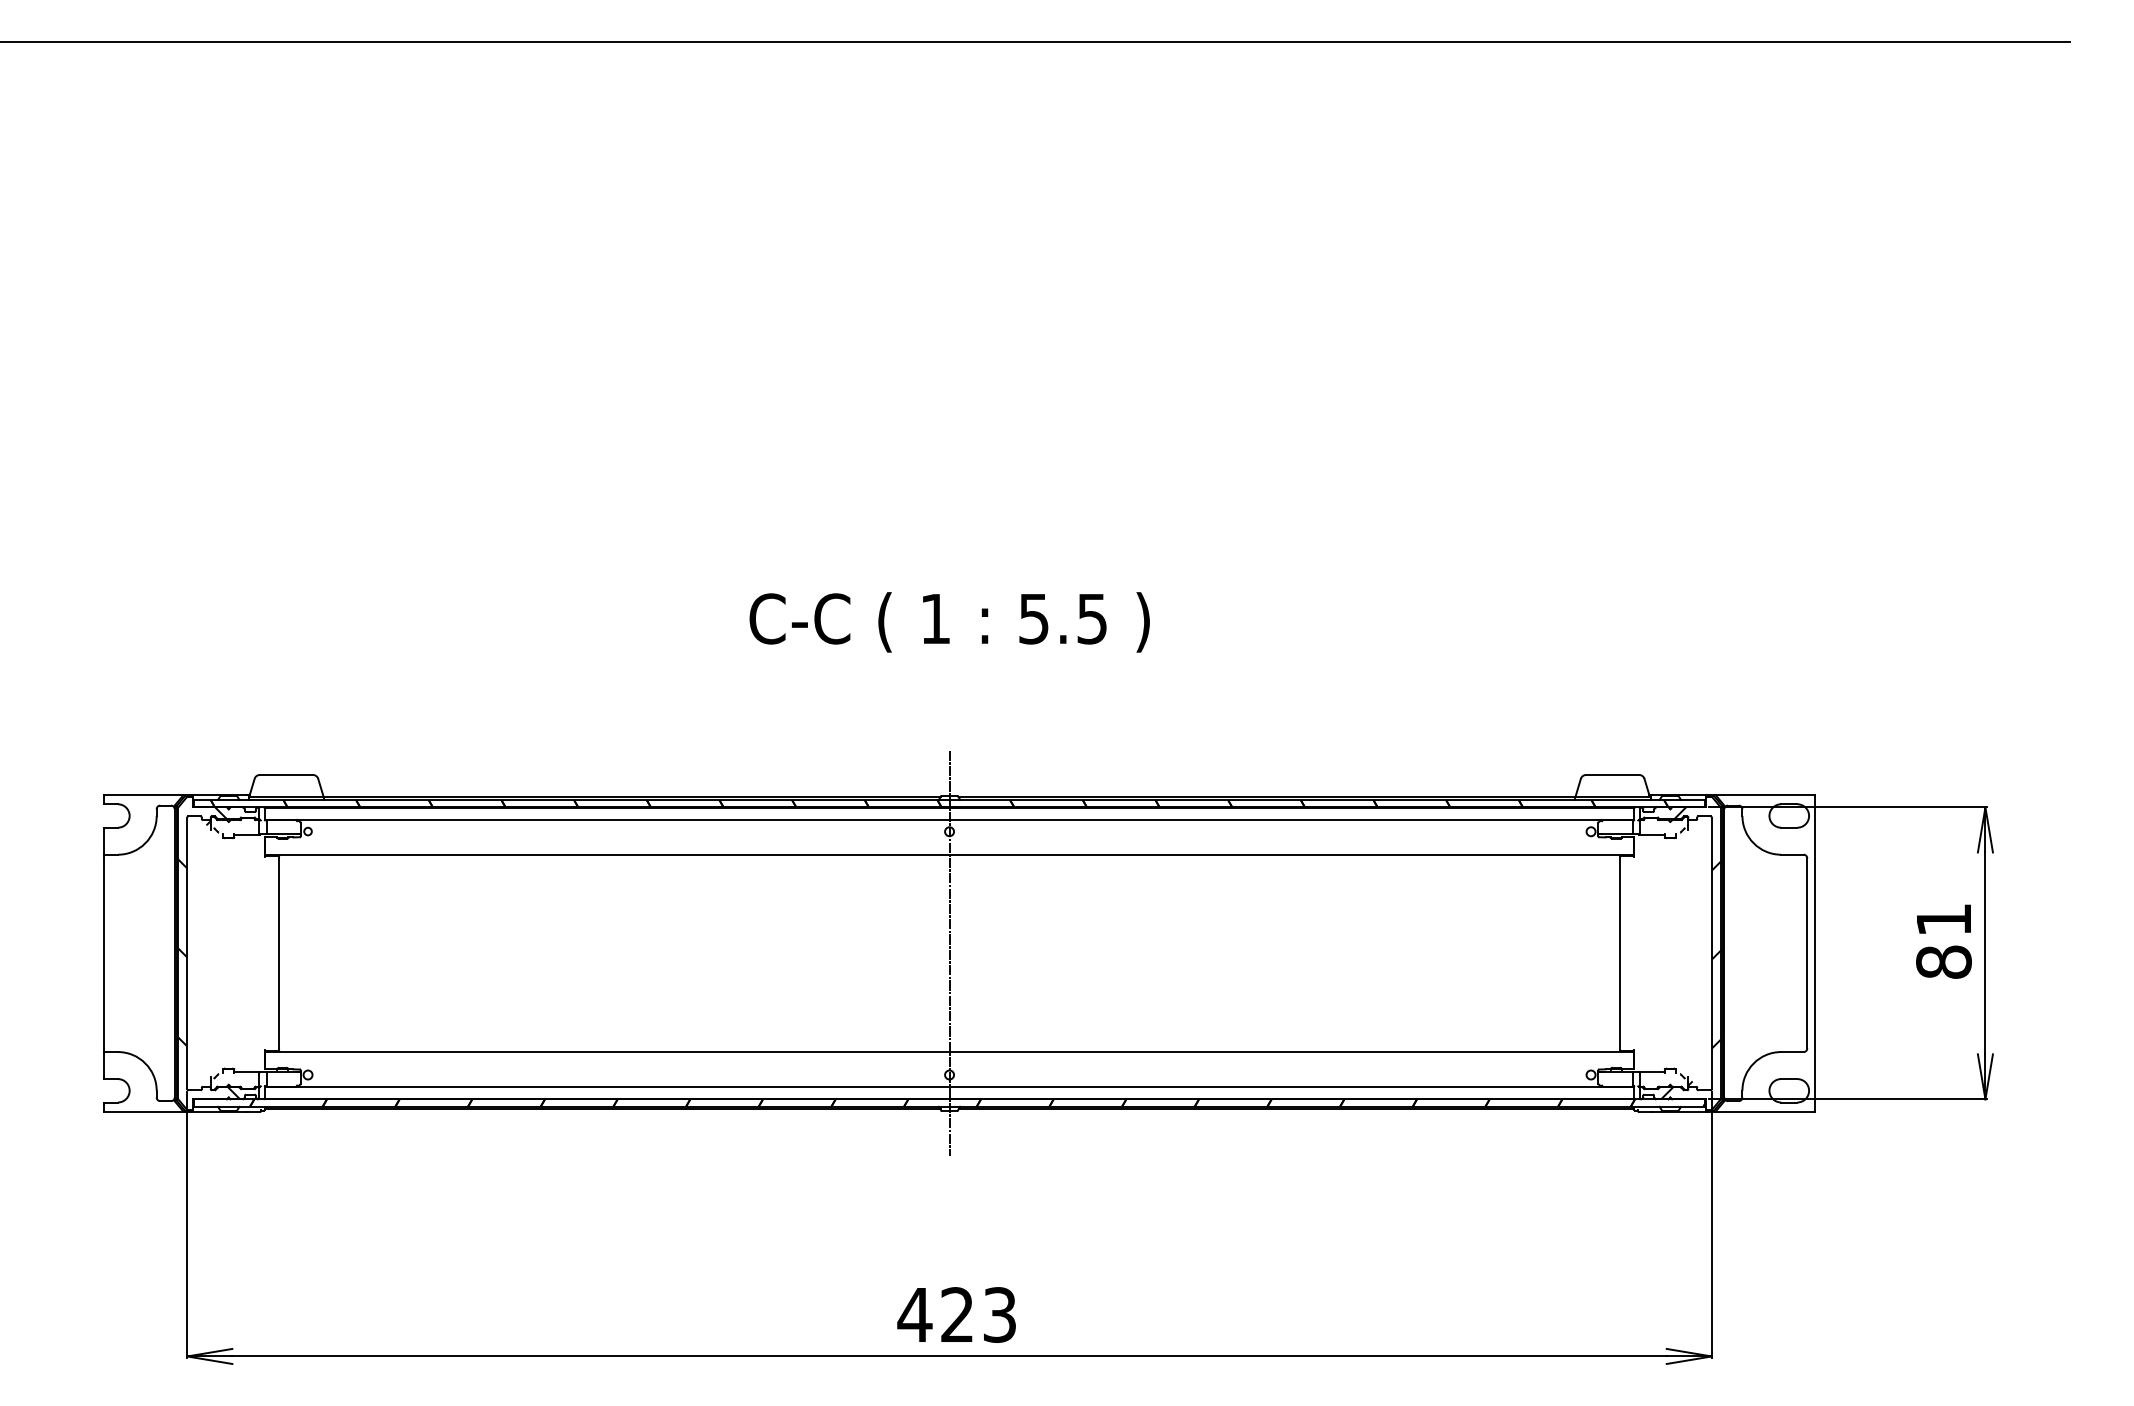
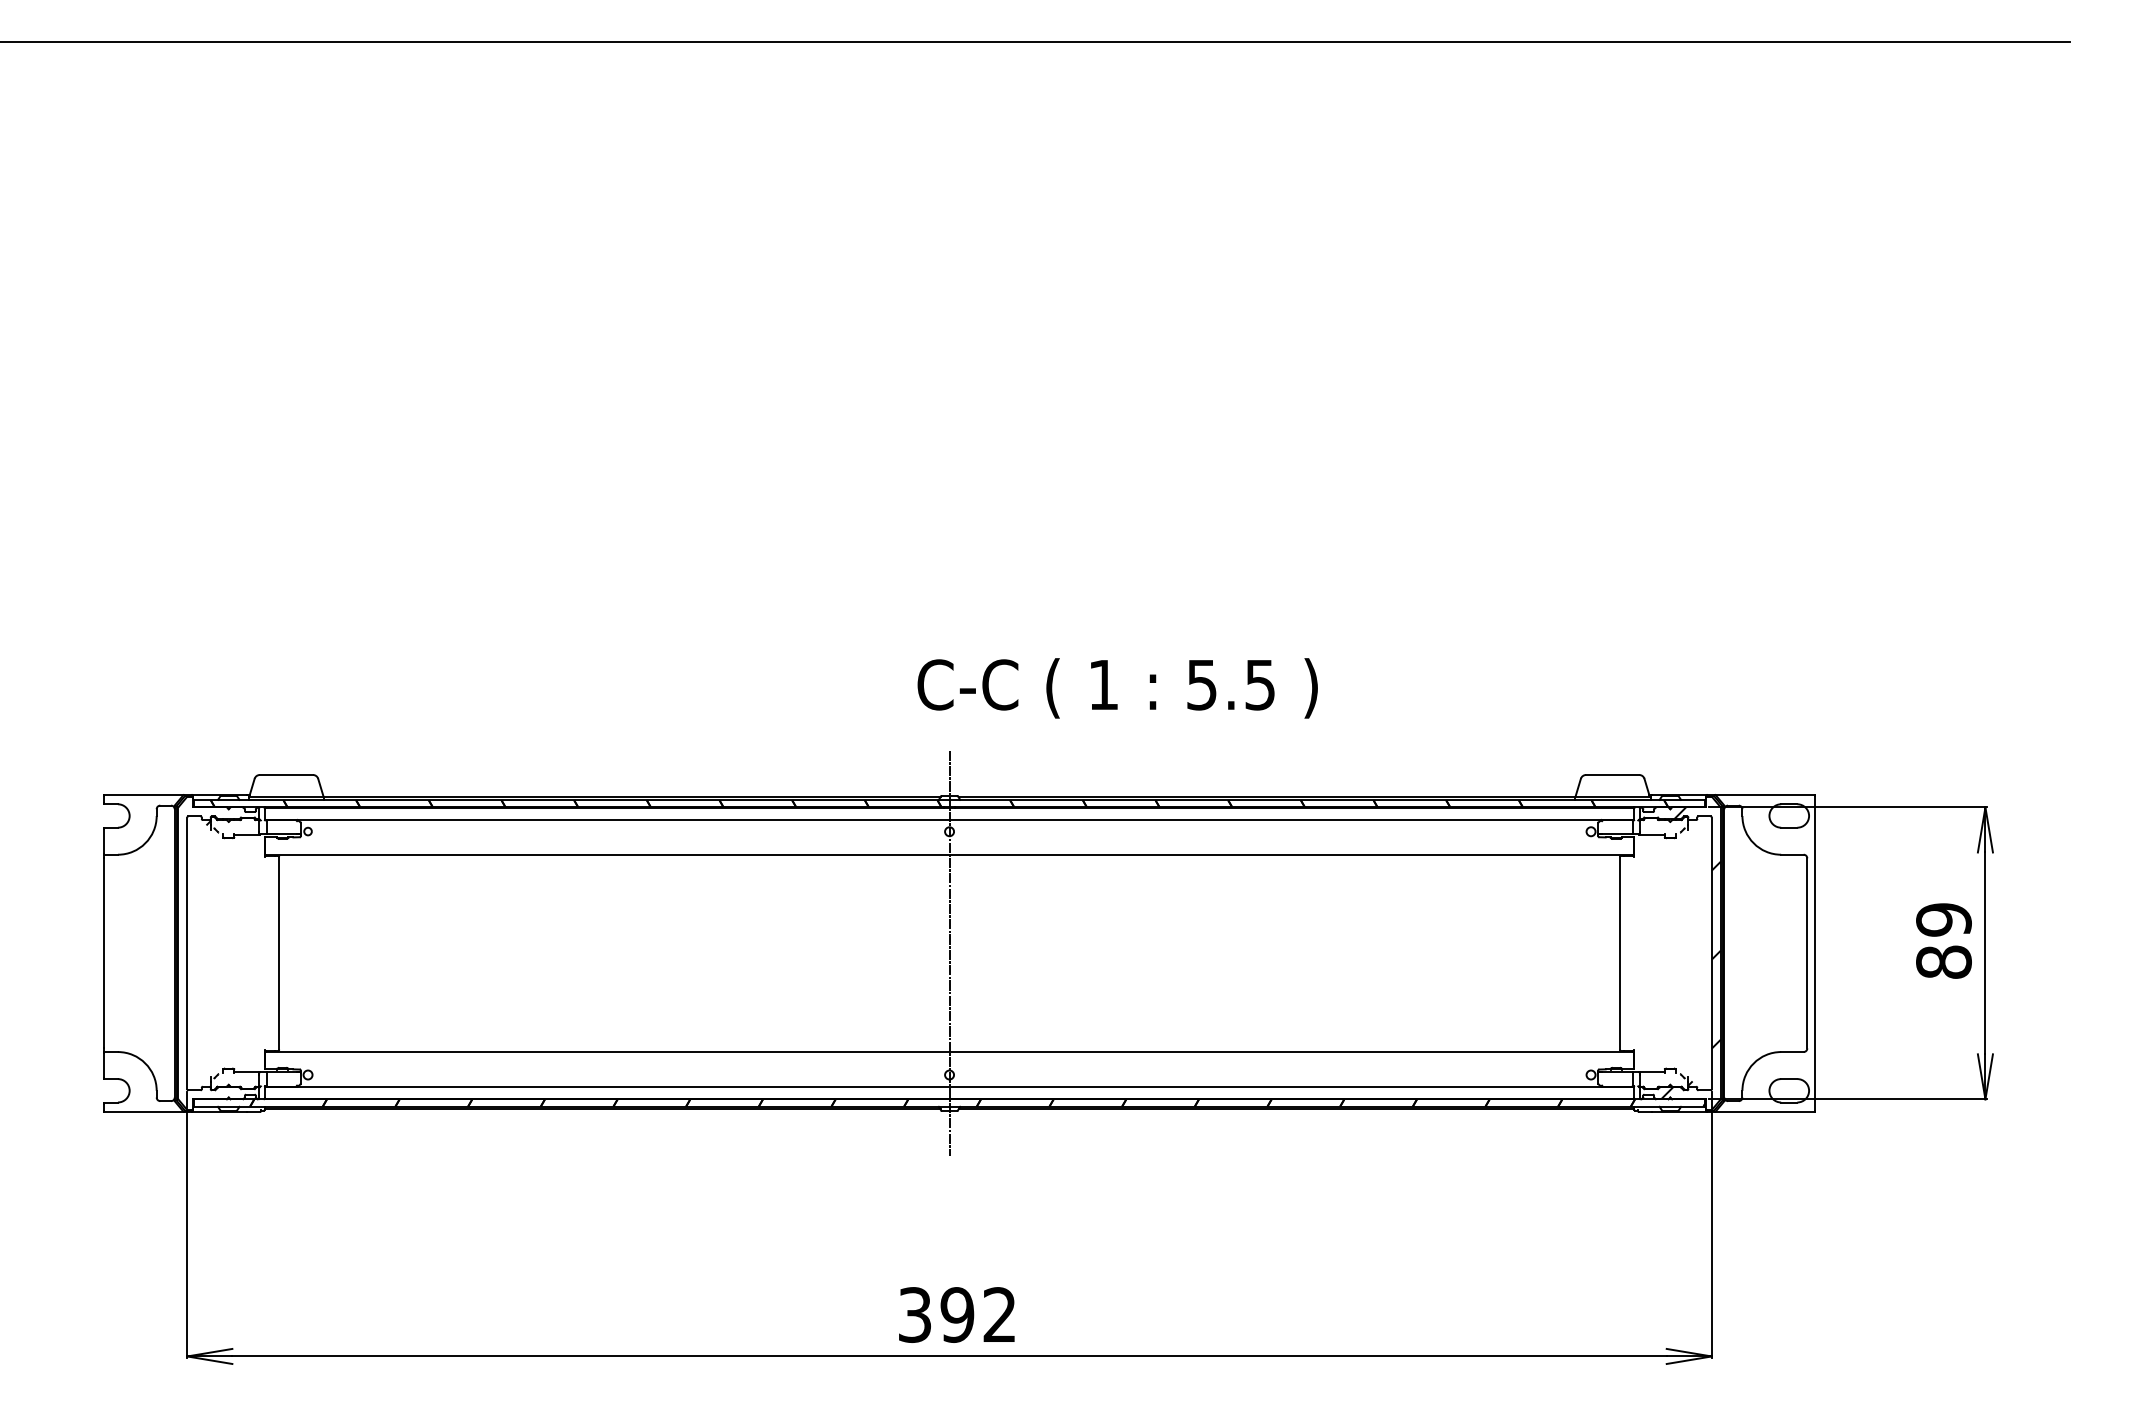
text at (949, 622) position: (949, 622) -> (1117, 688)
text at (1943, 919): 81 -> 89
hatch at (209, 953): present -> none
text at (956, 1314): 423 -> 392
